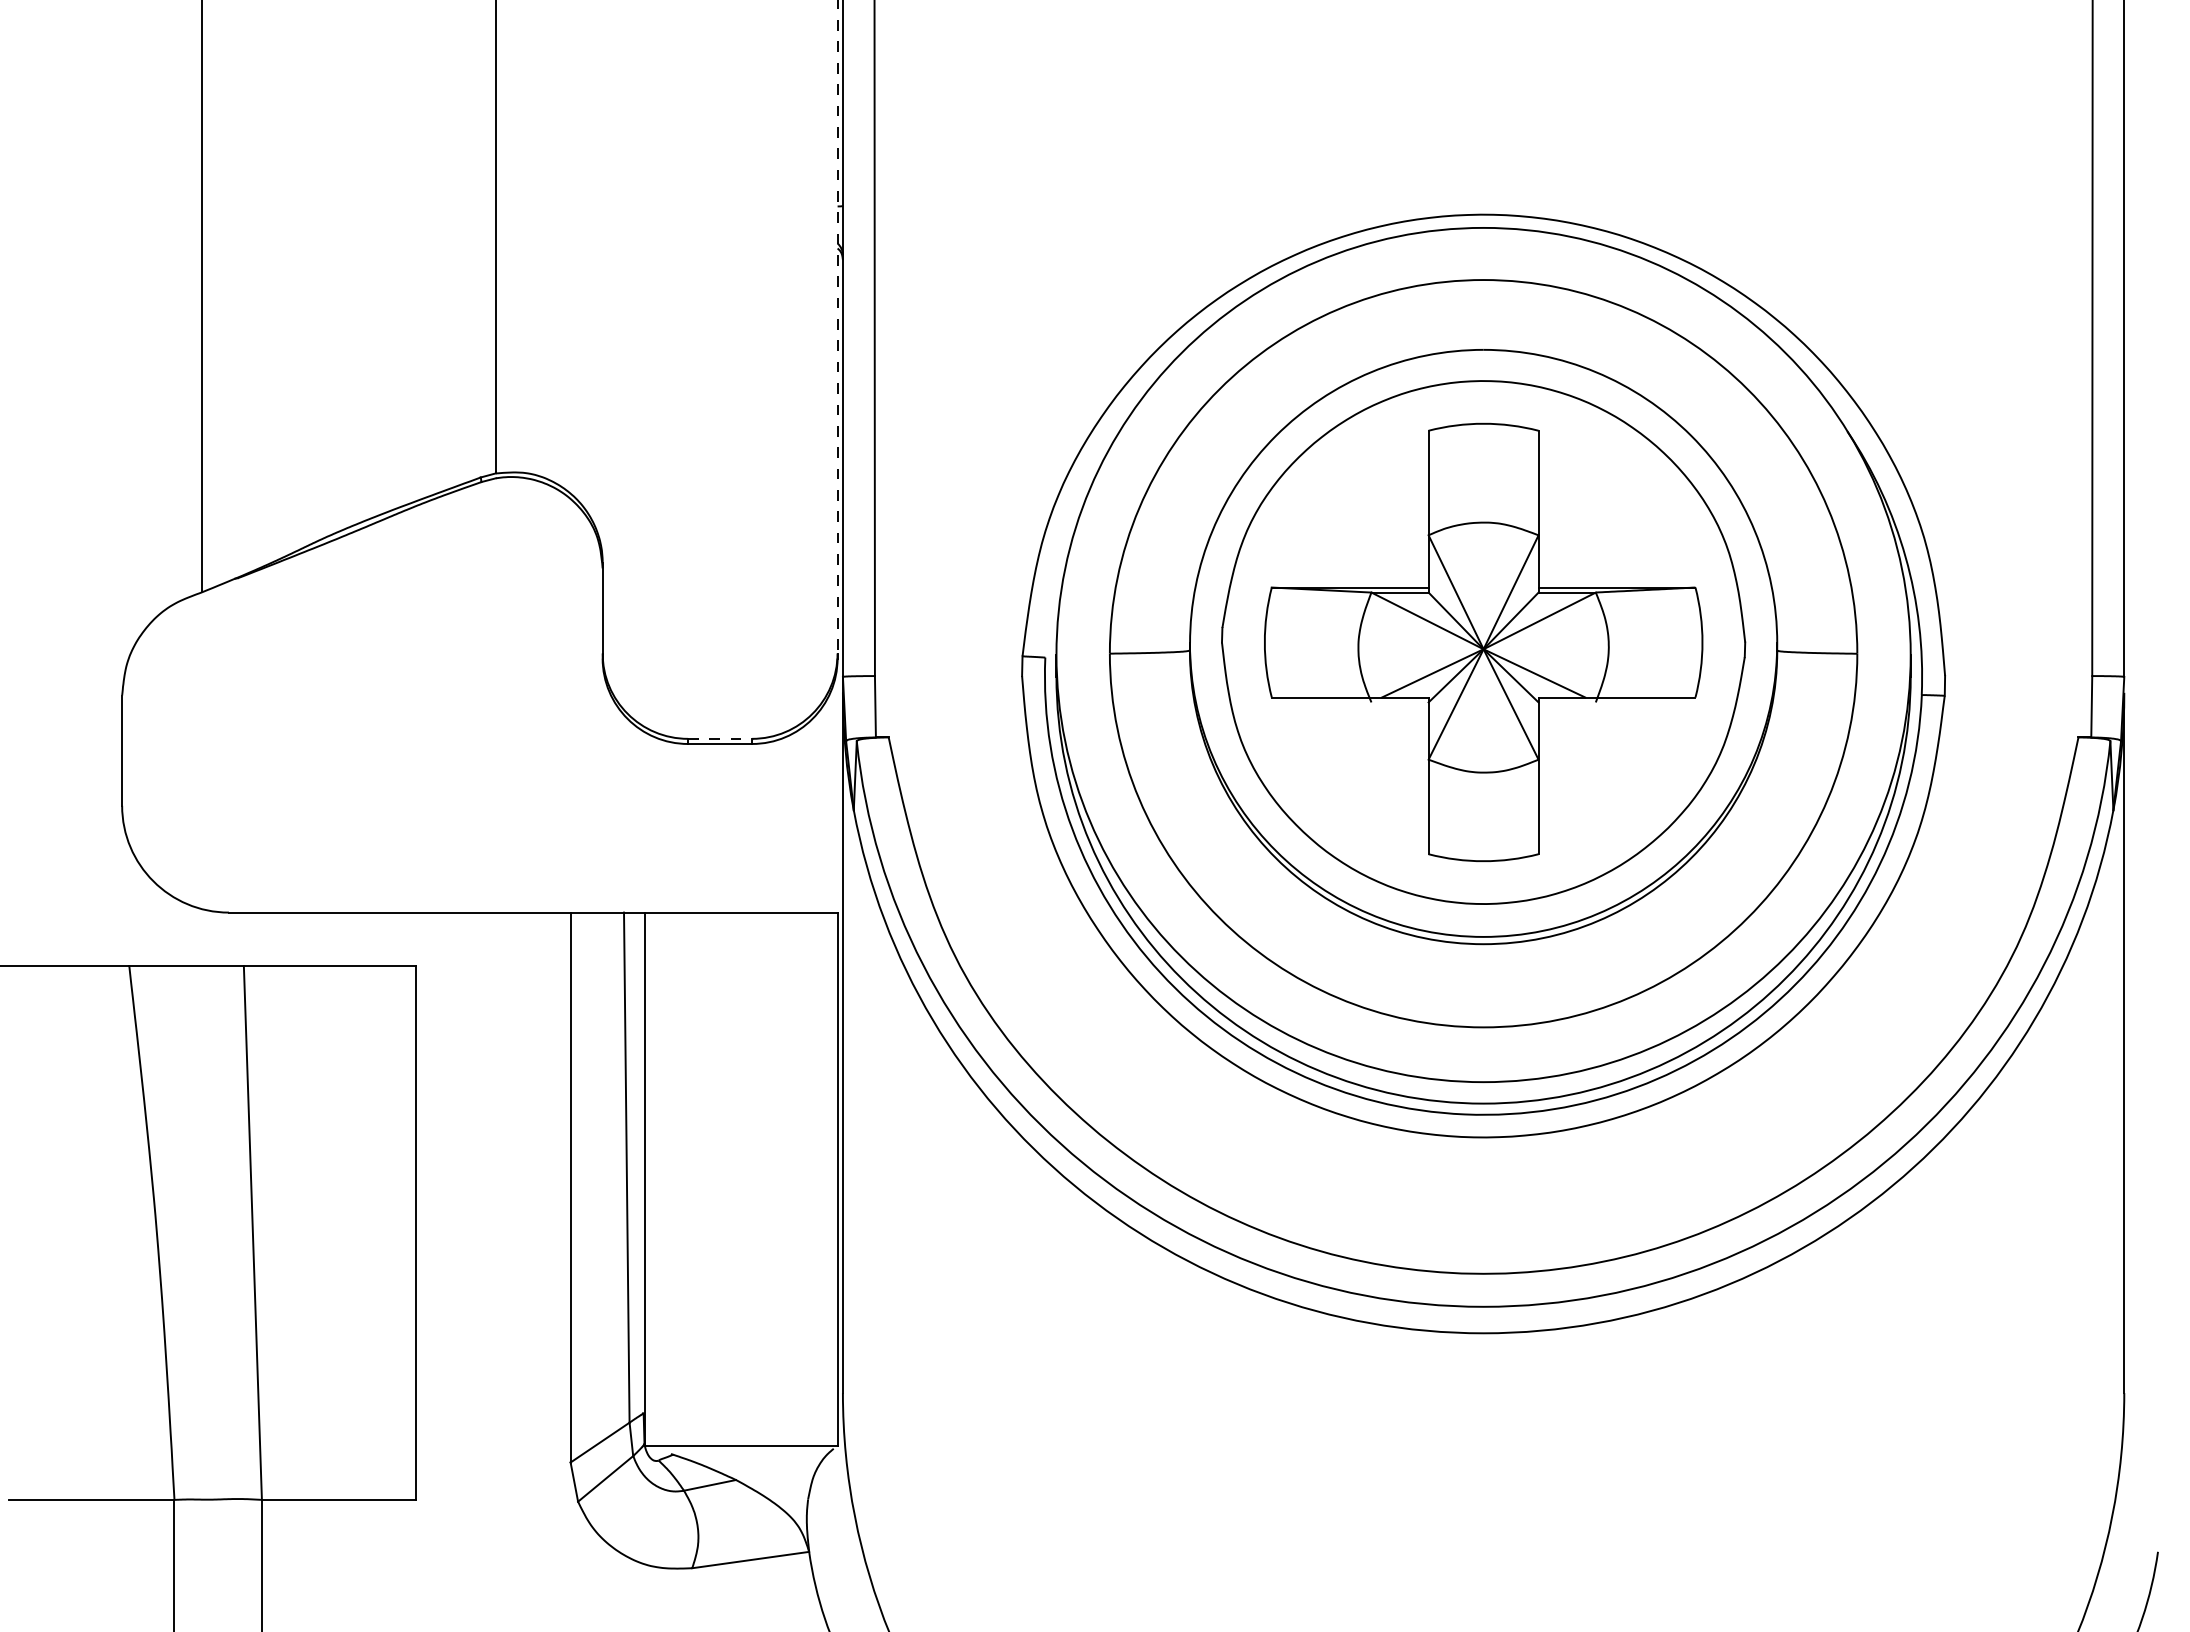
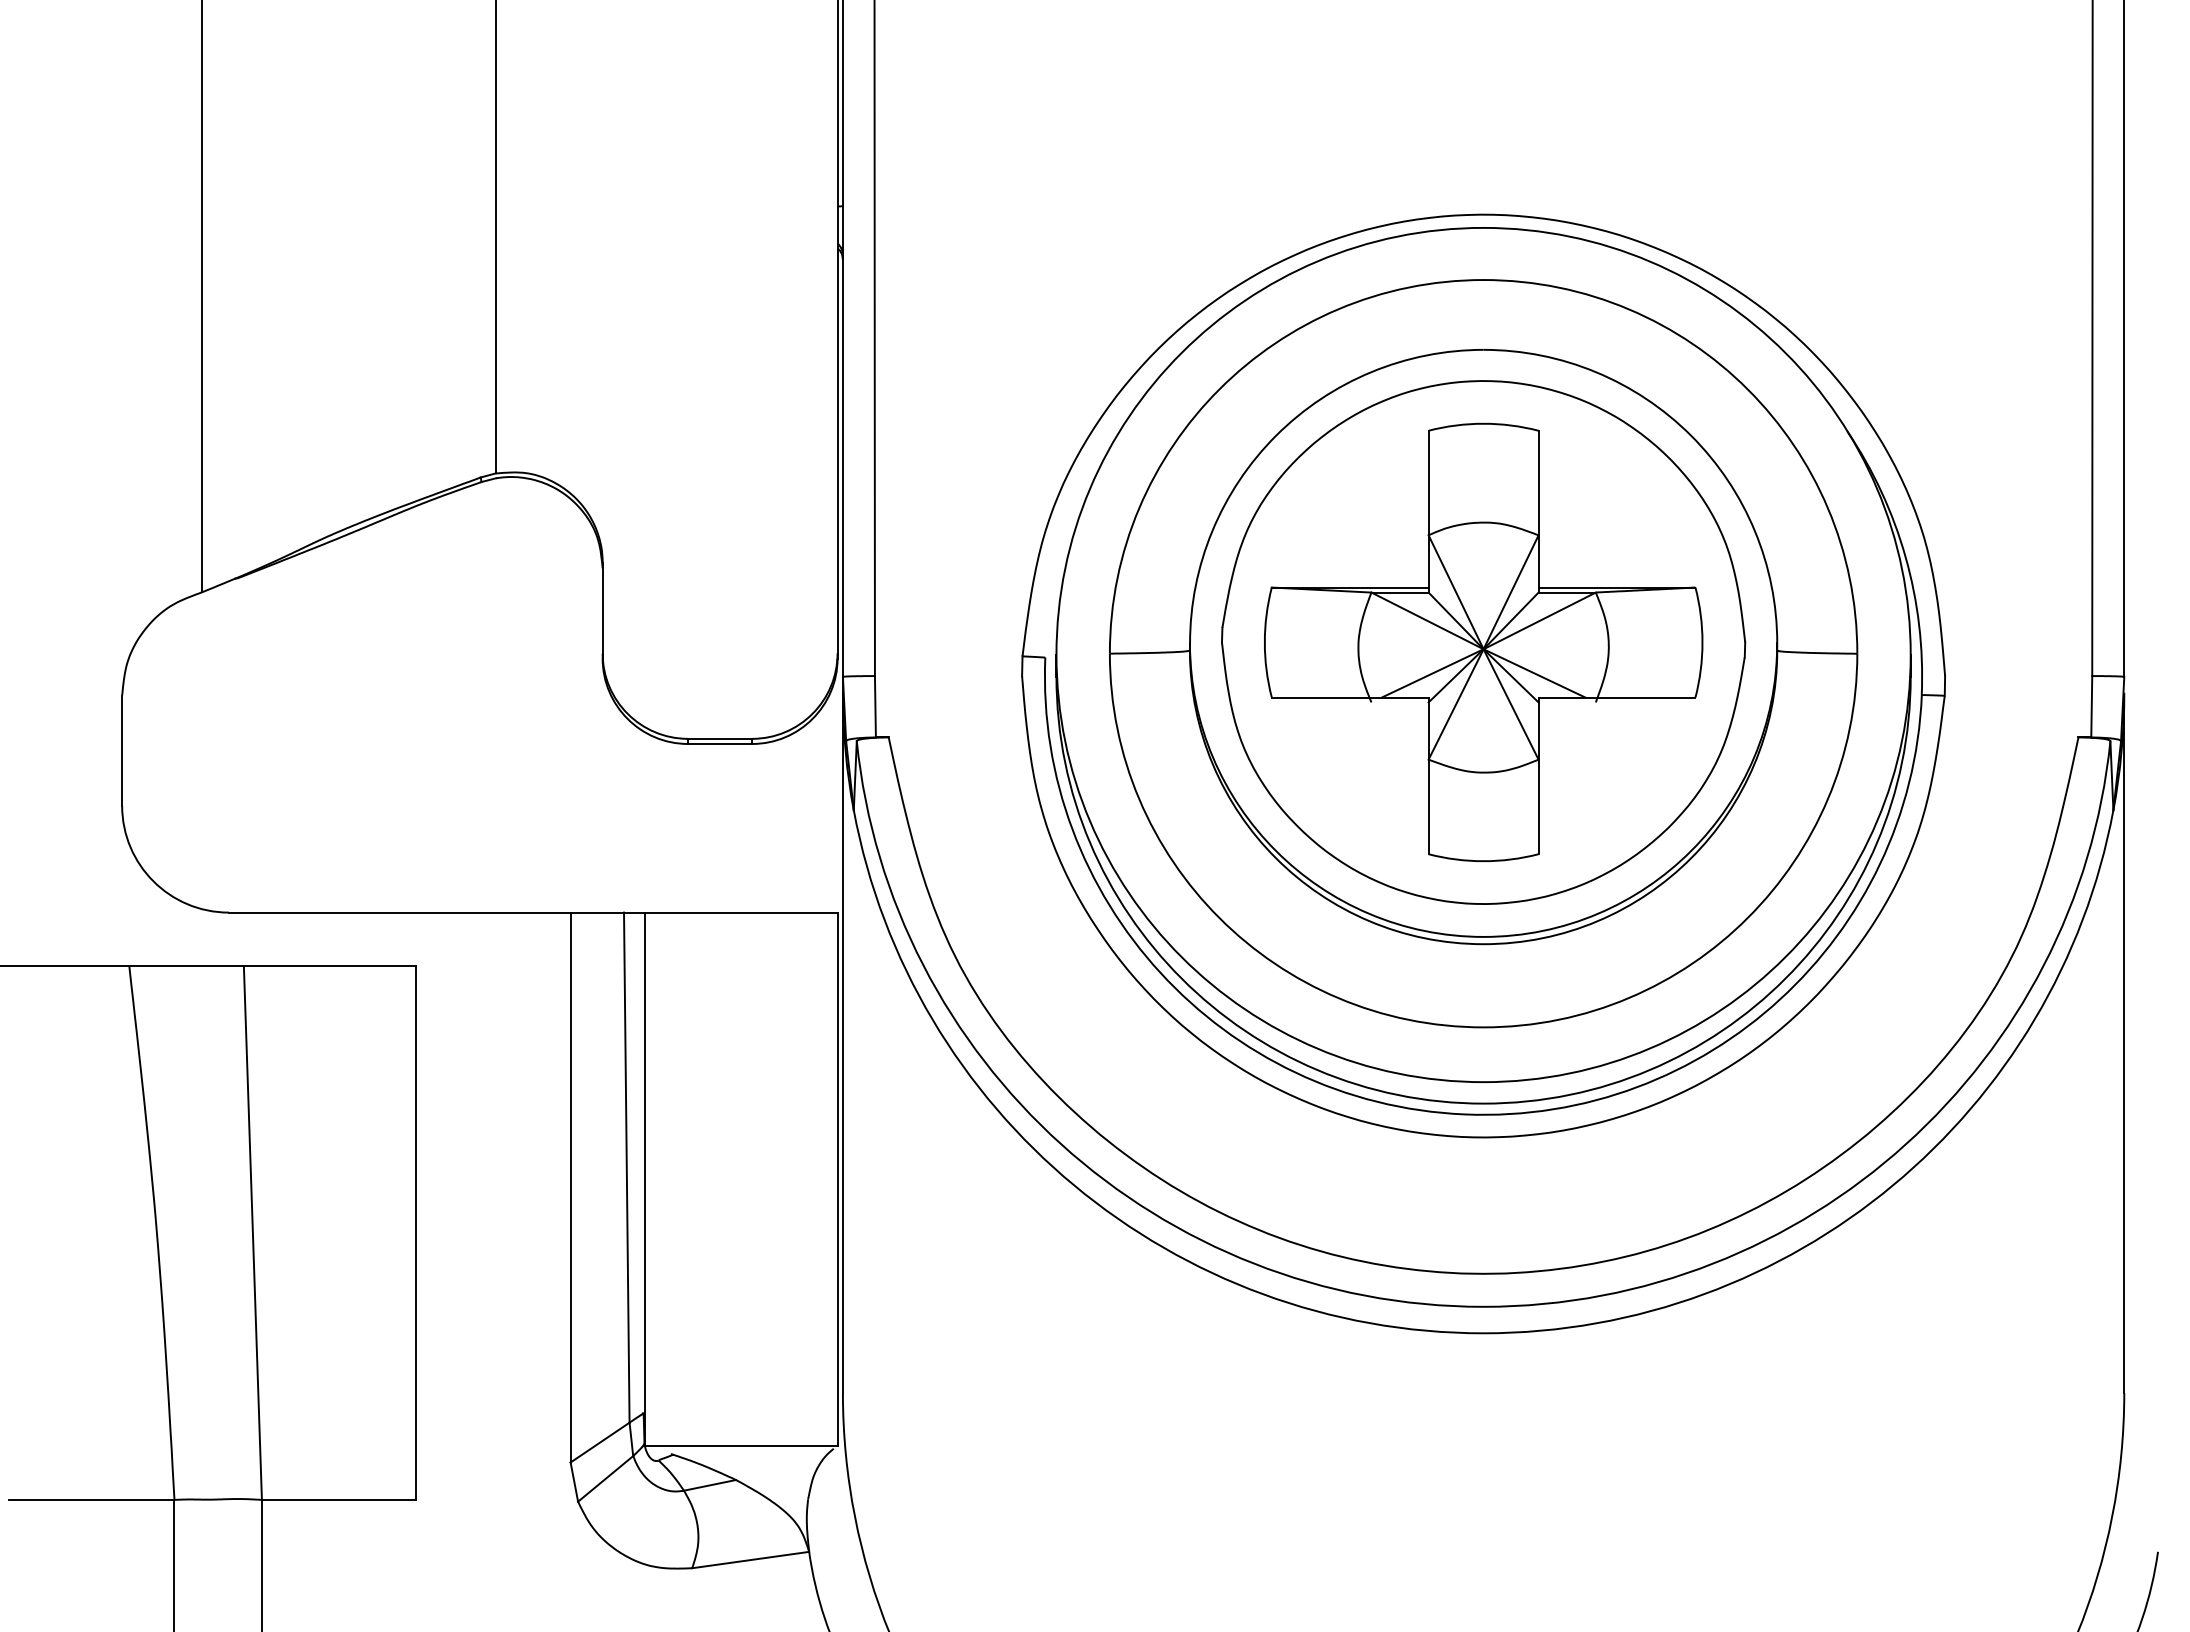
line at (837, 327): dashed -> solid
line at (720, 738): dashed -> solid
